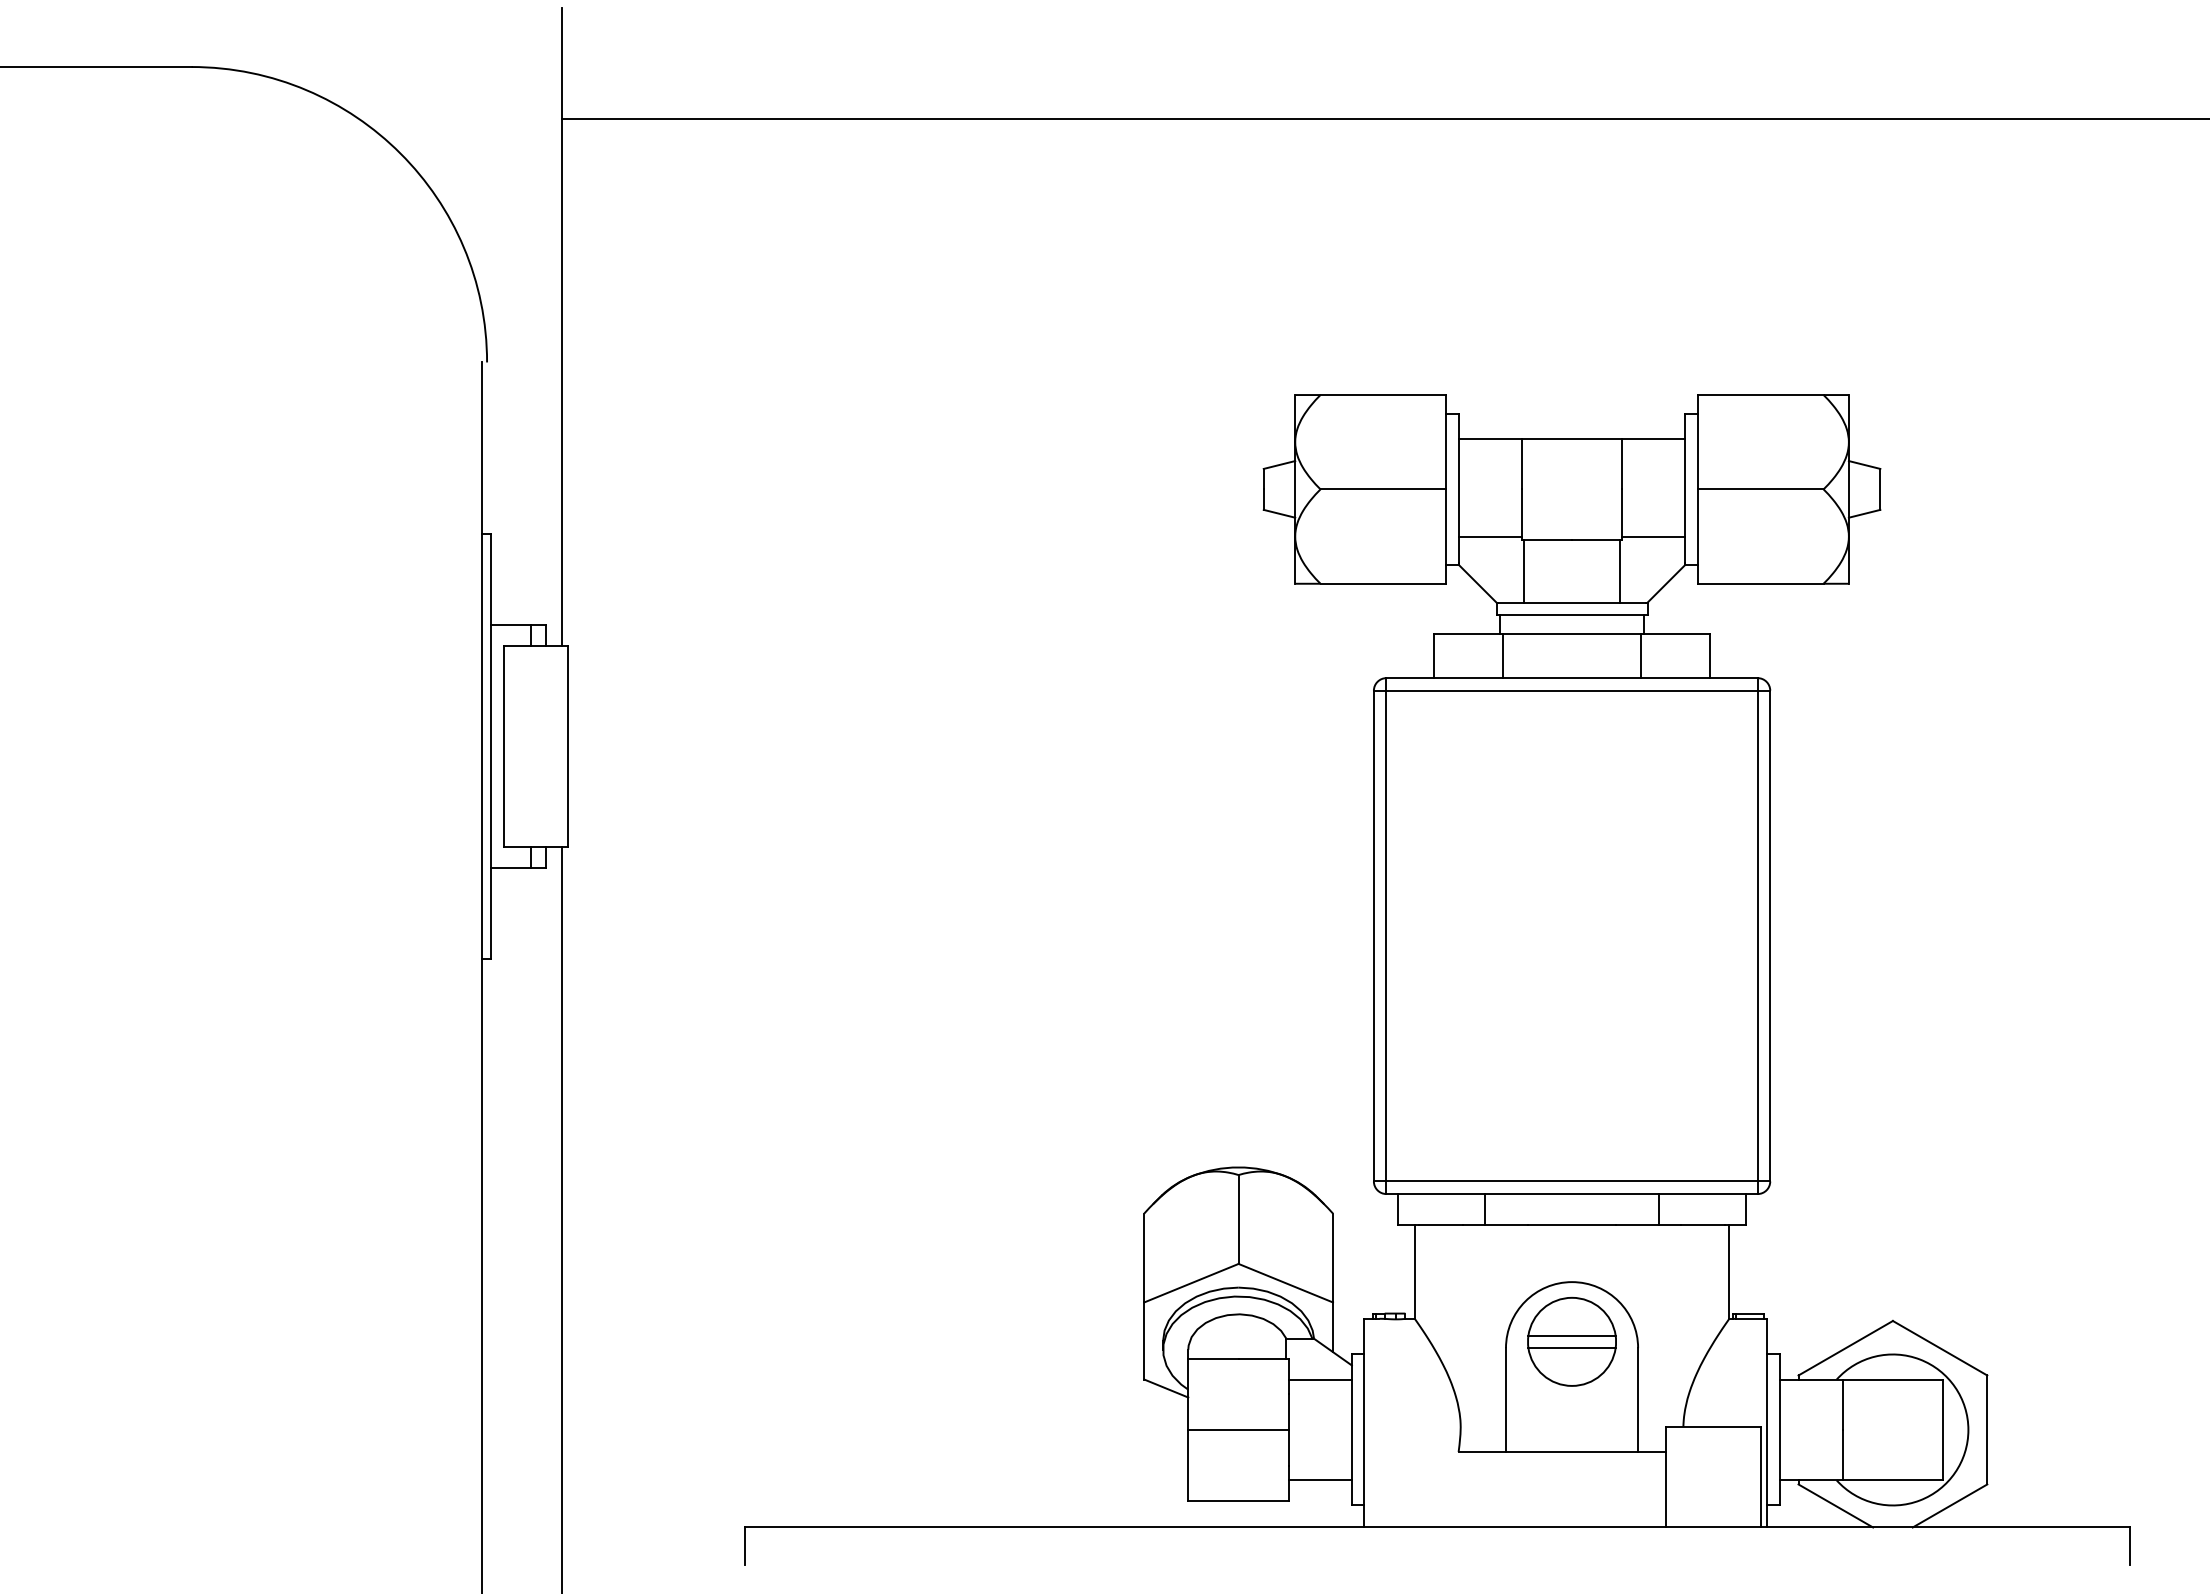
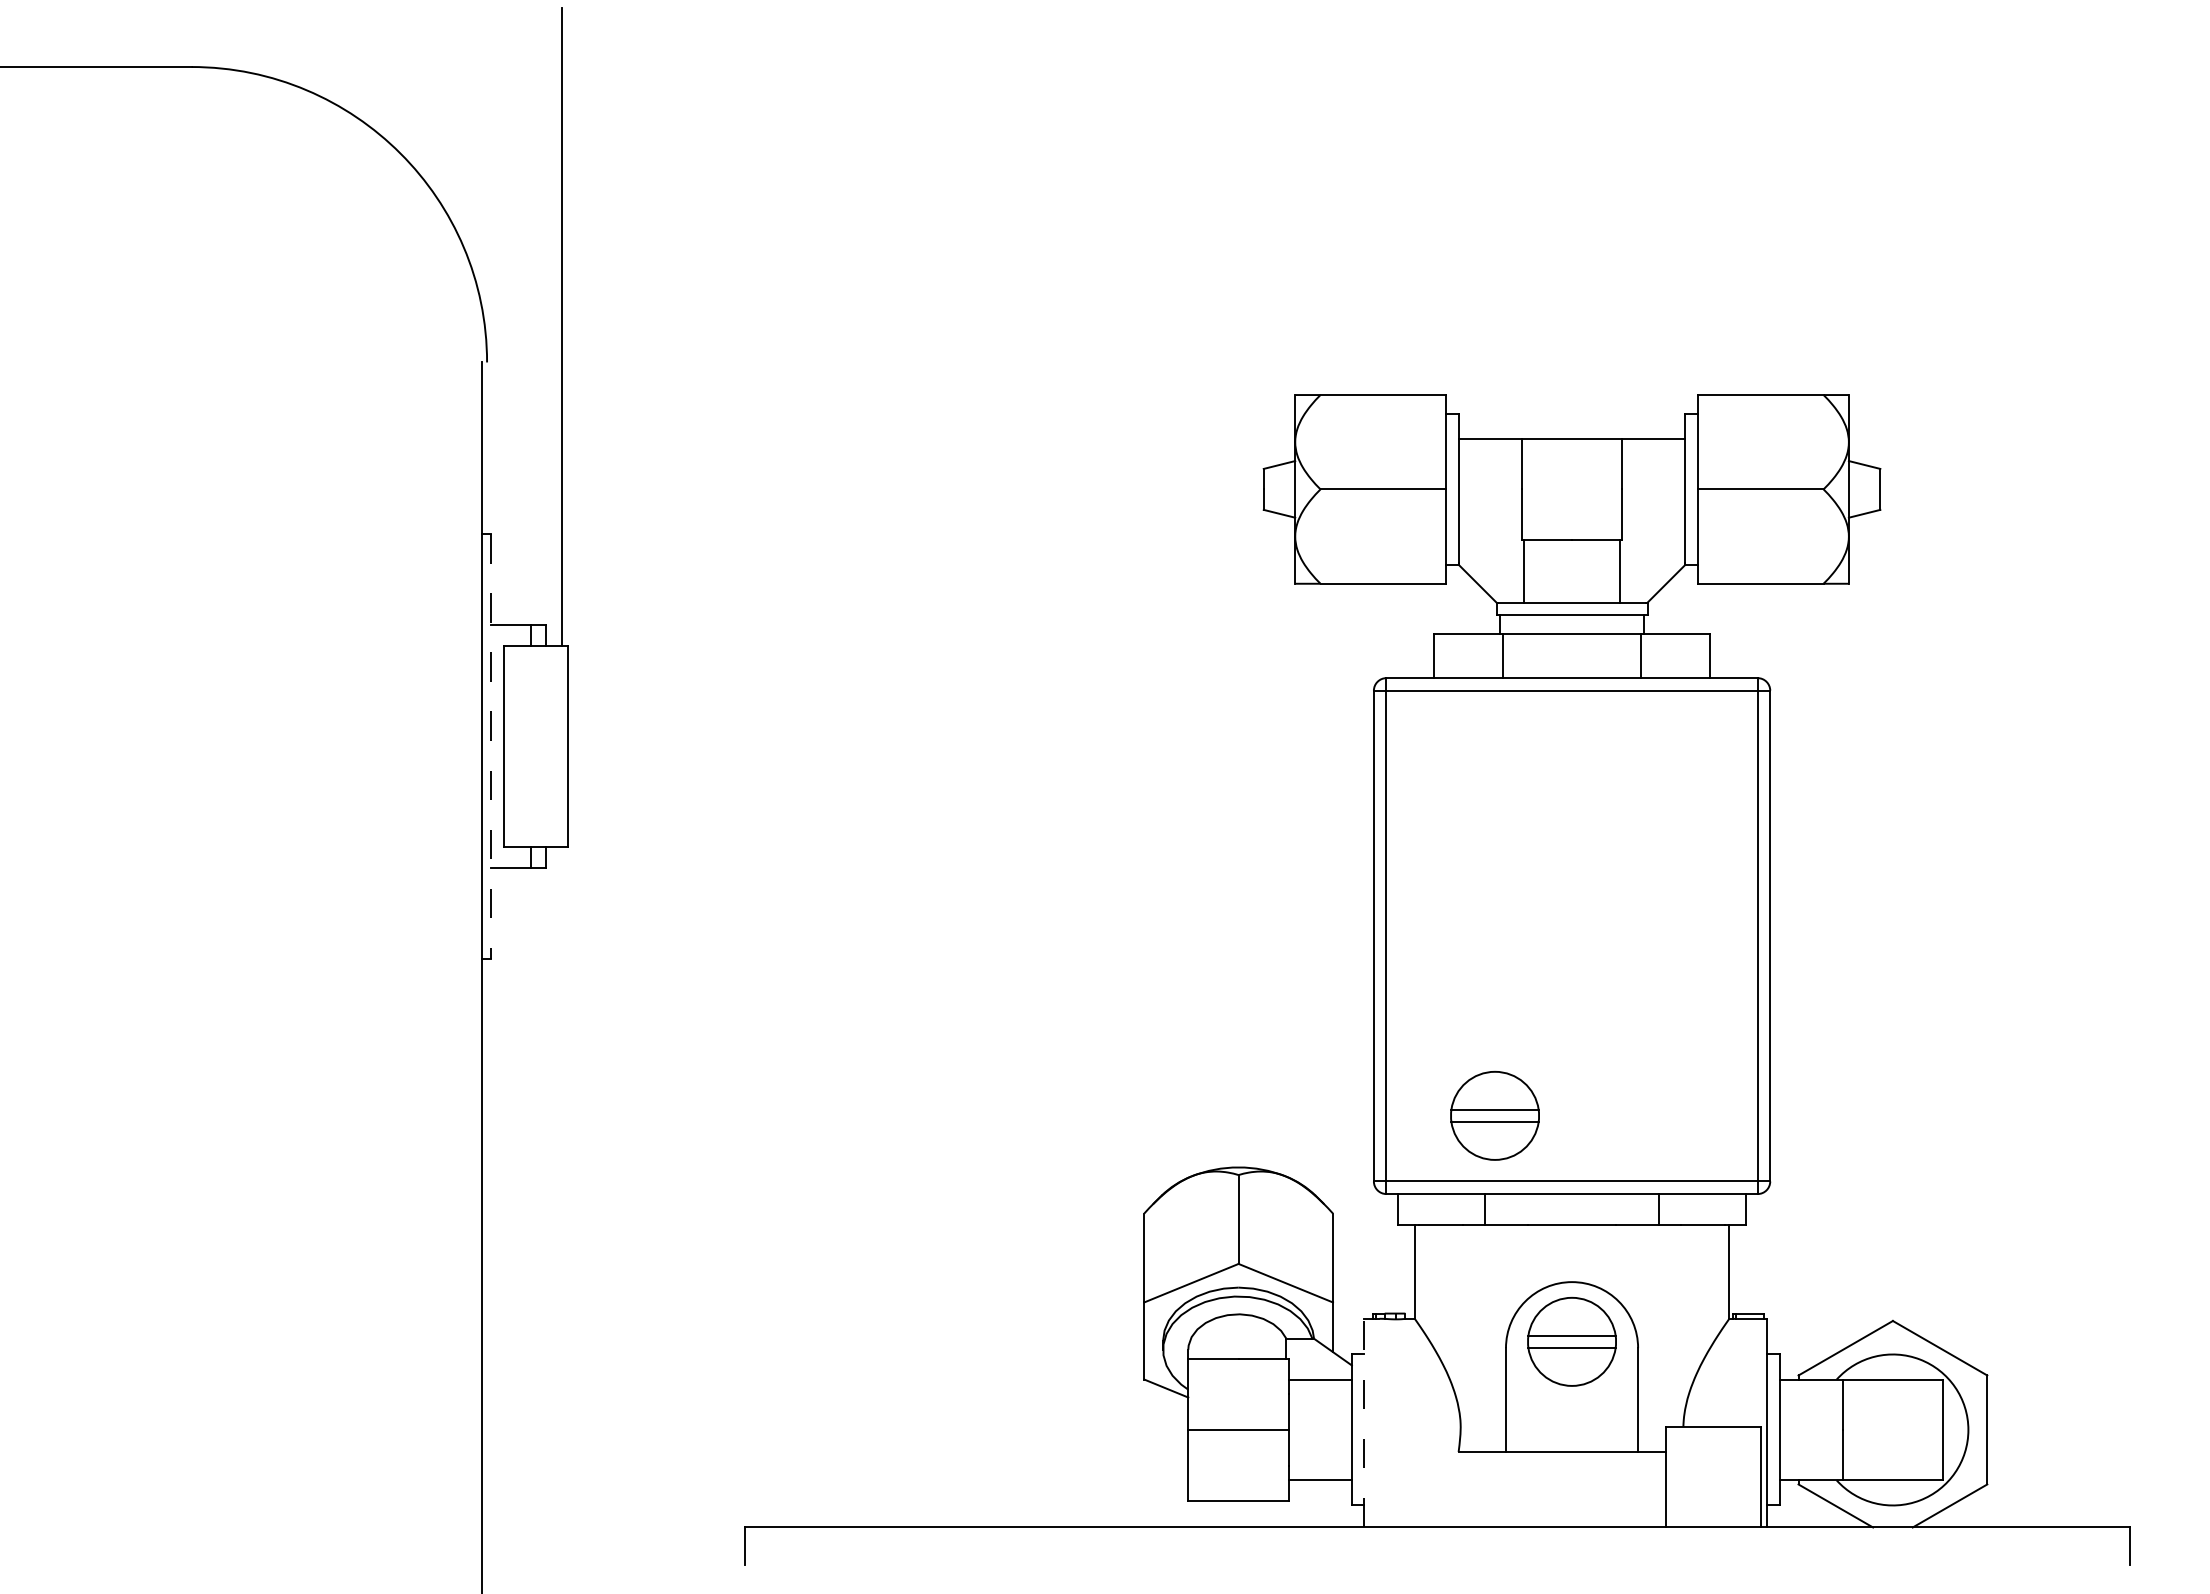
line at (1383, 118): present -> none
line at (1489, 537): present -> none
line at (1653, 537): present -> none
line at (491, 747): solid -> dashed
part at (1494, 1115): none -> present
line at (561, 1218): present -> none
line at (1364, 1422): solid -> dashed
